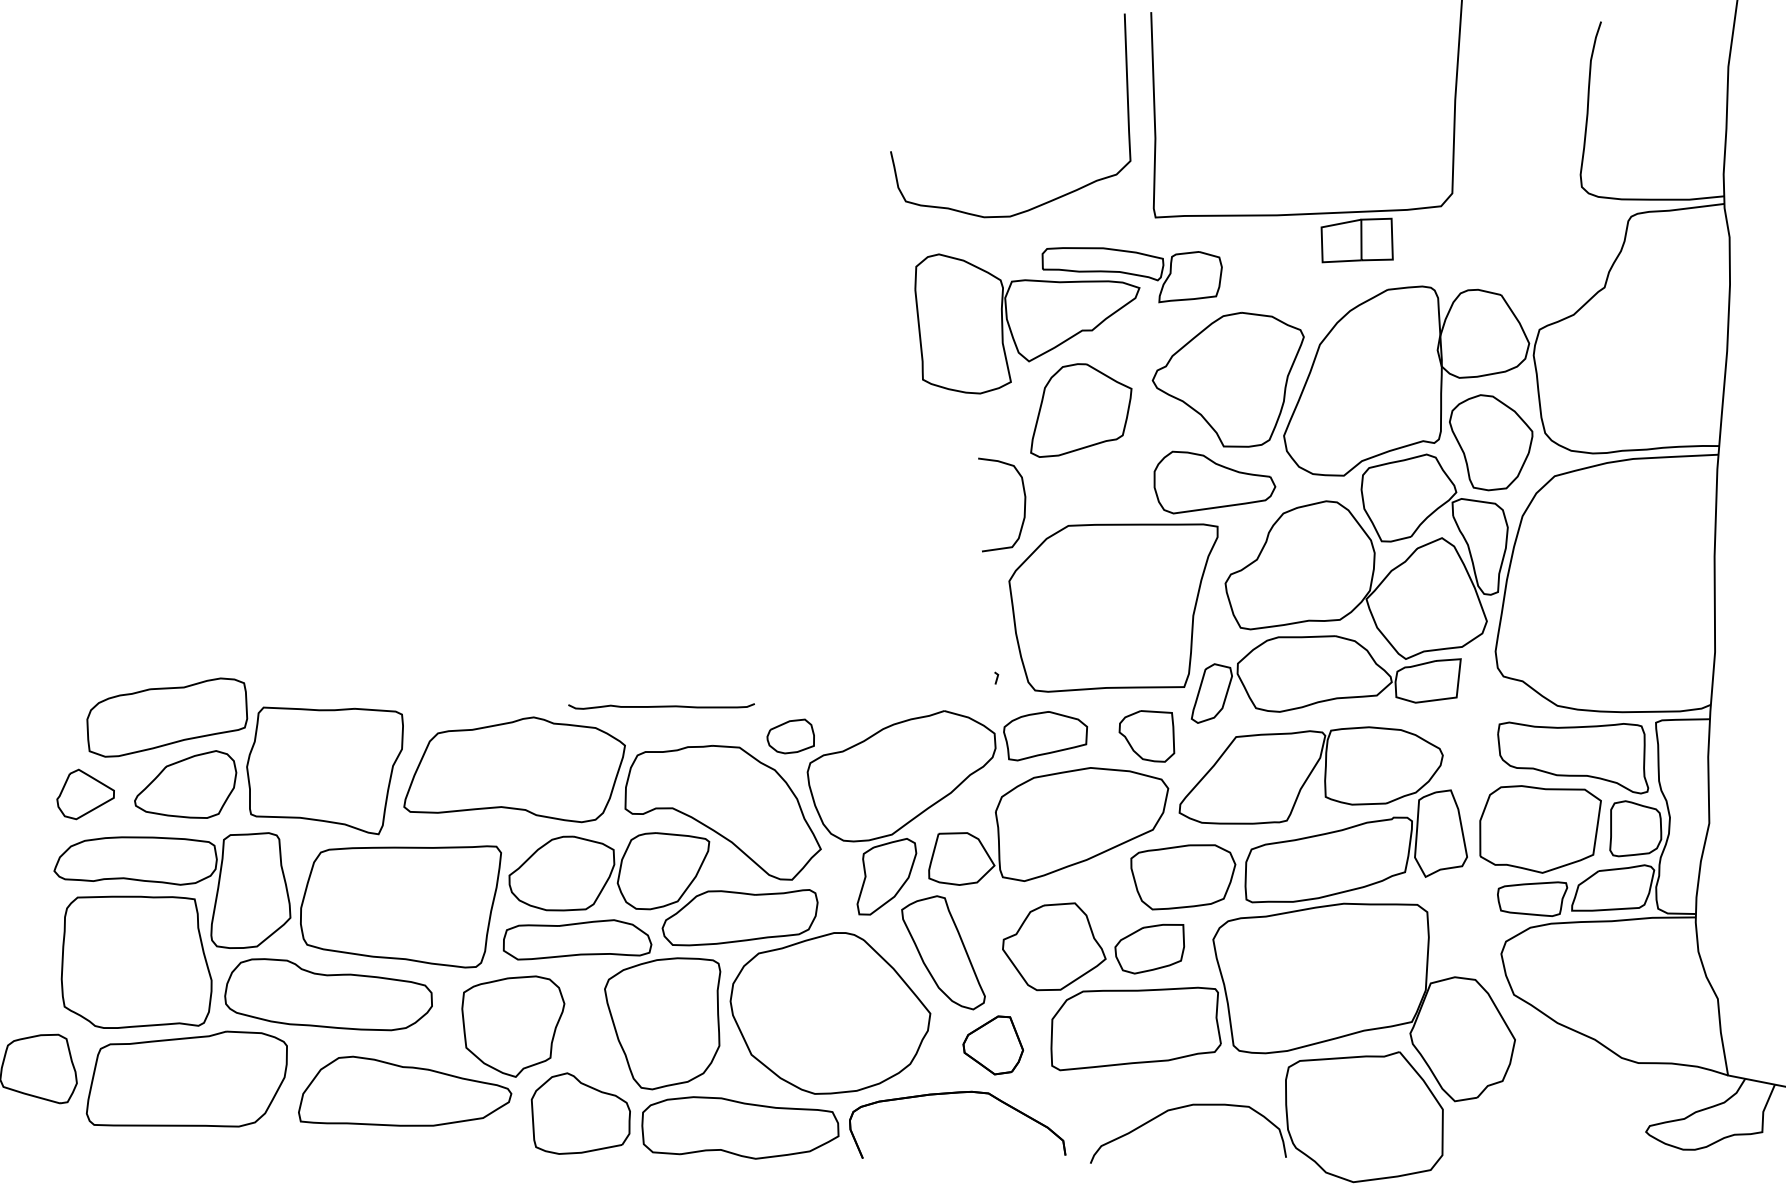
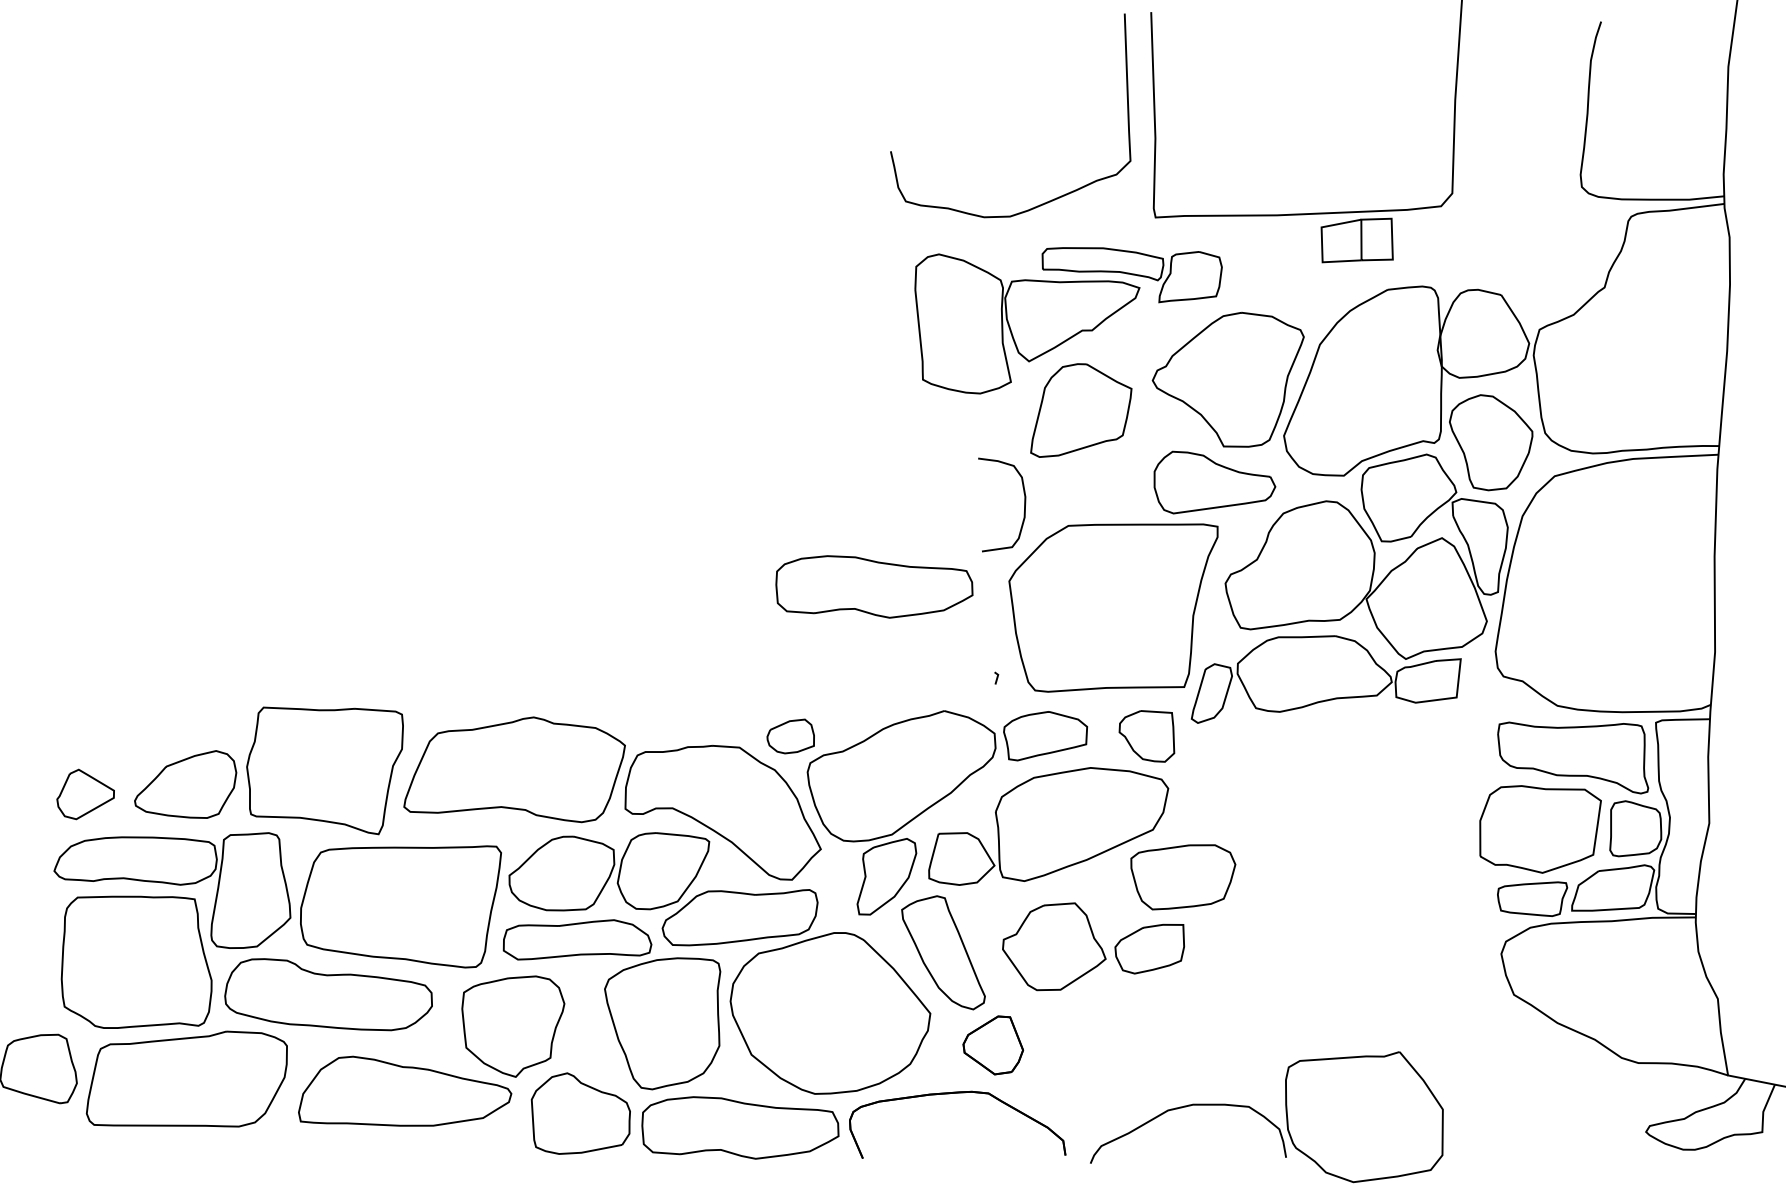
part at (874, 586): none -> present
curve at (661, 706): present -> none
part at (167, 717): present -> none
part at (1282, 914): present -> none
